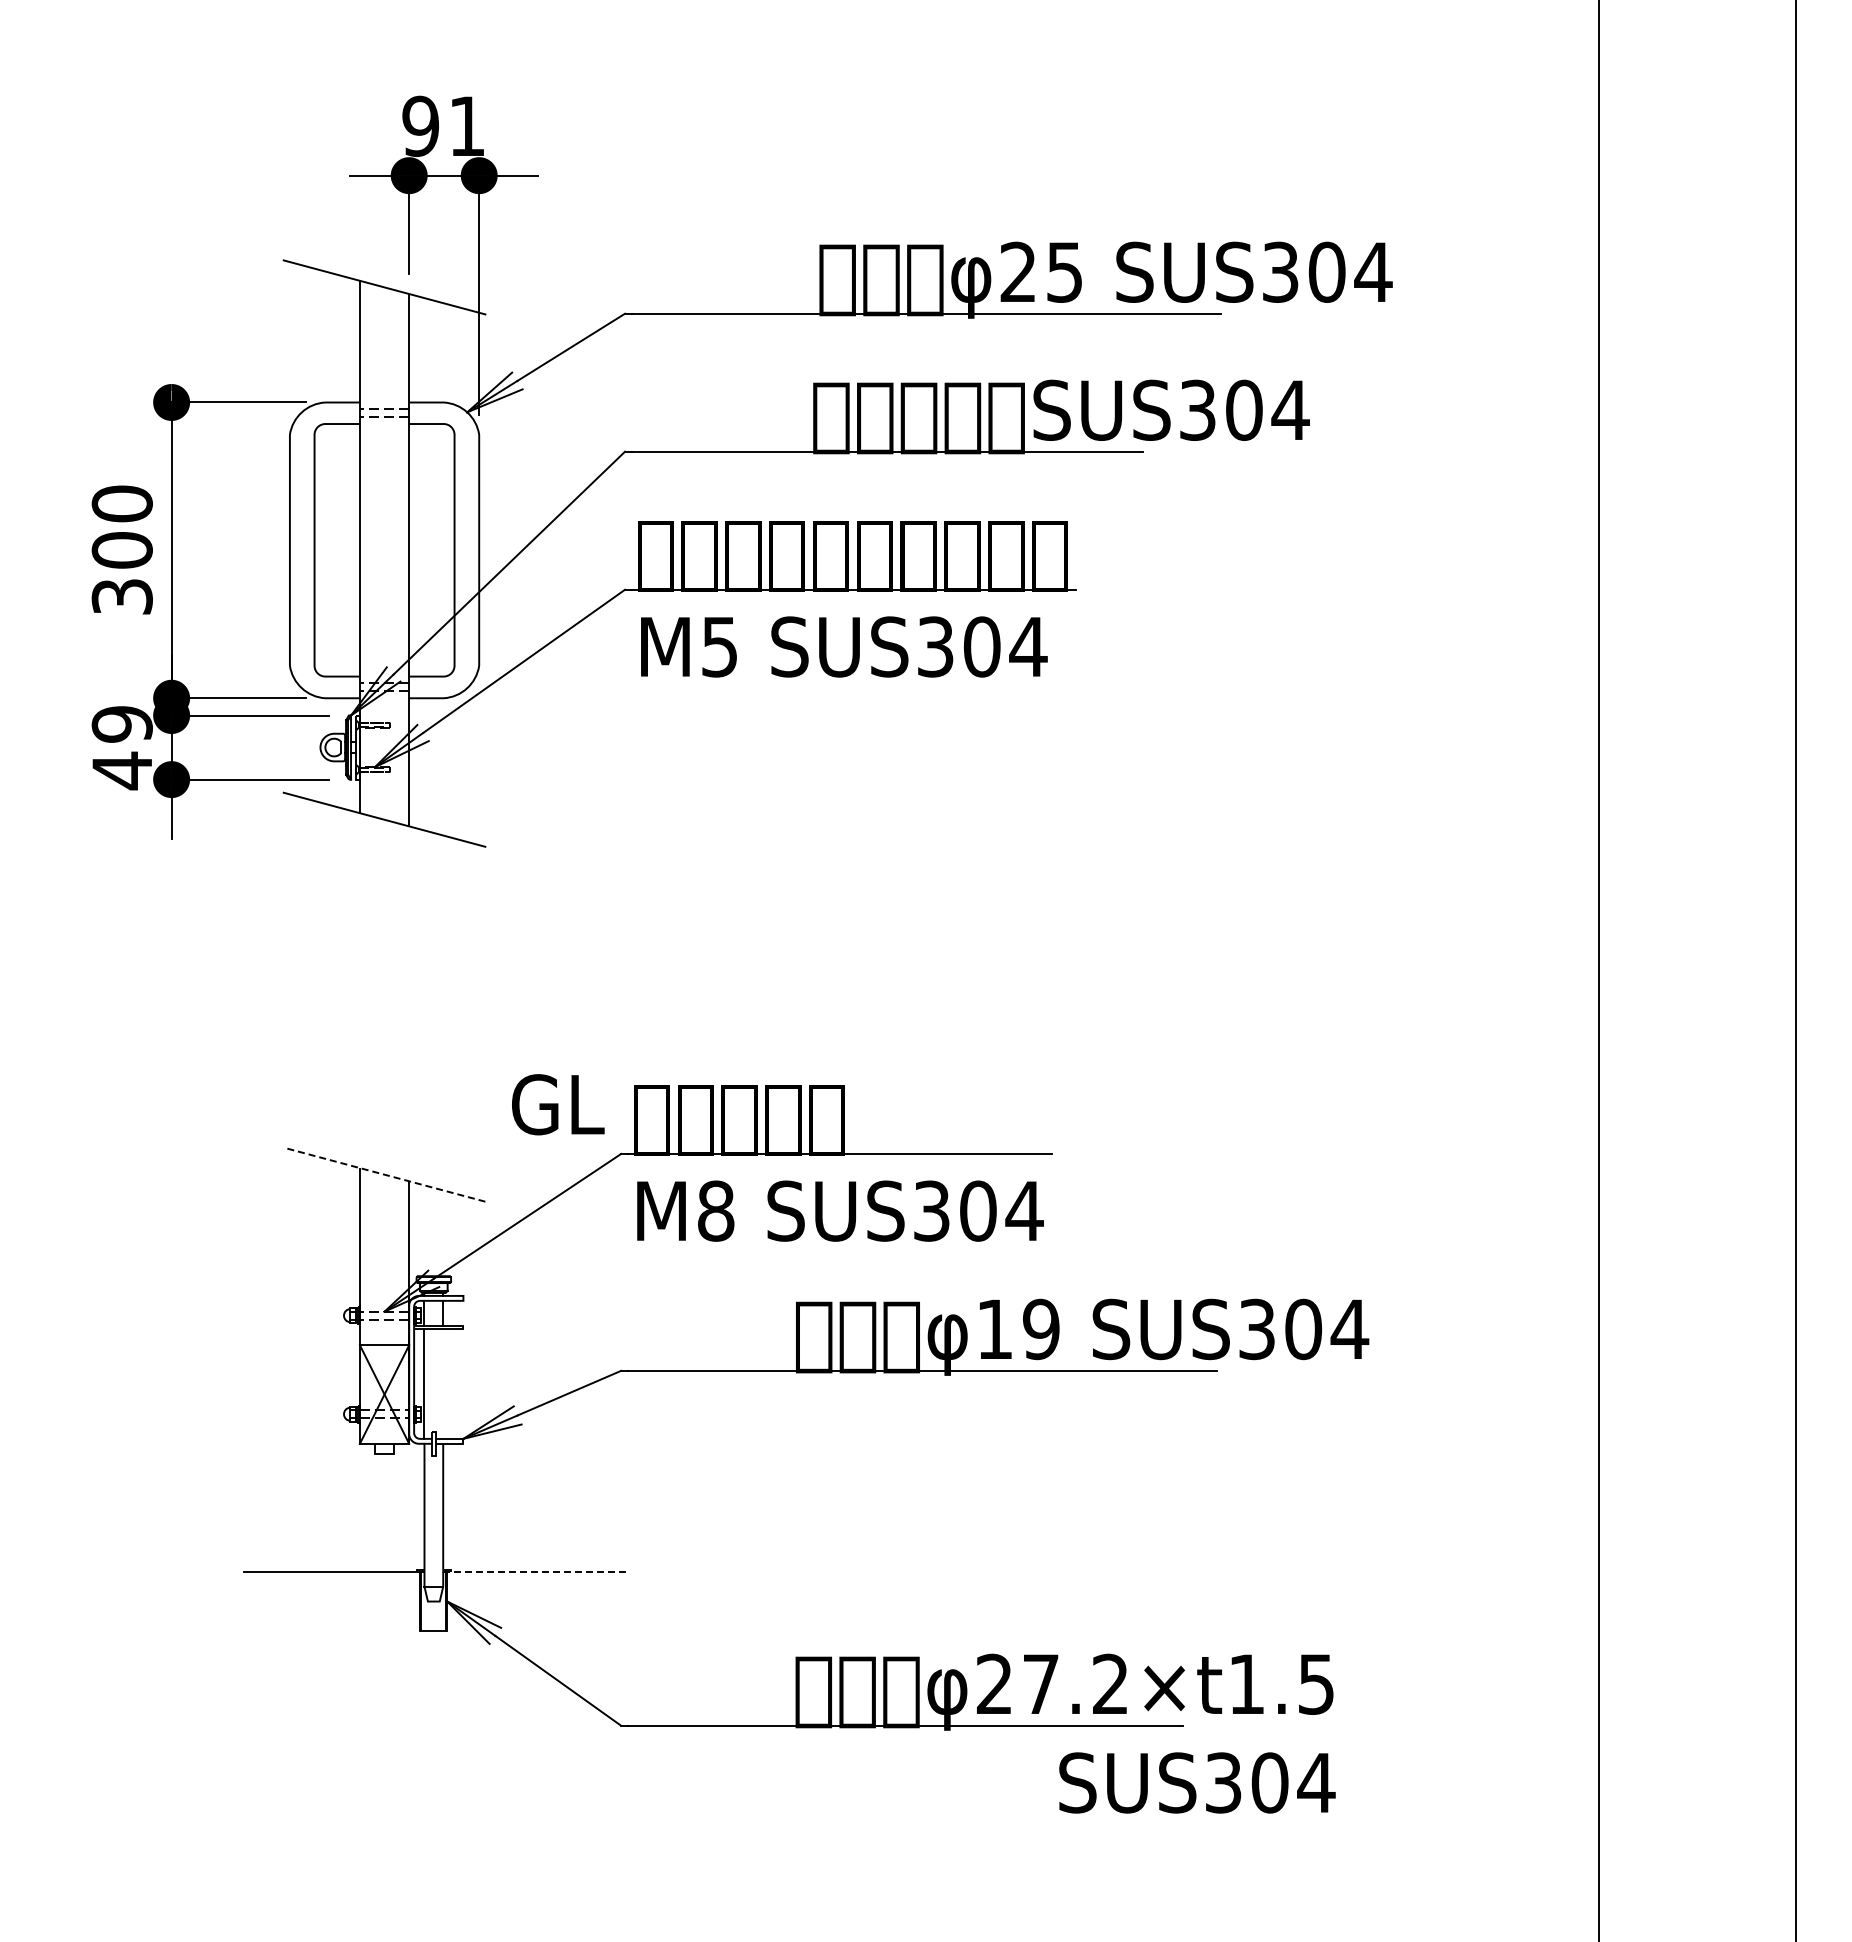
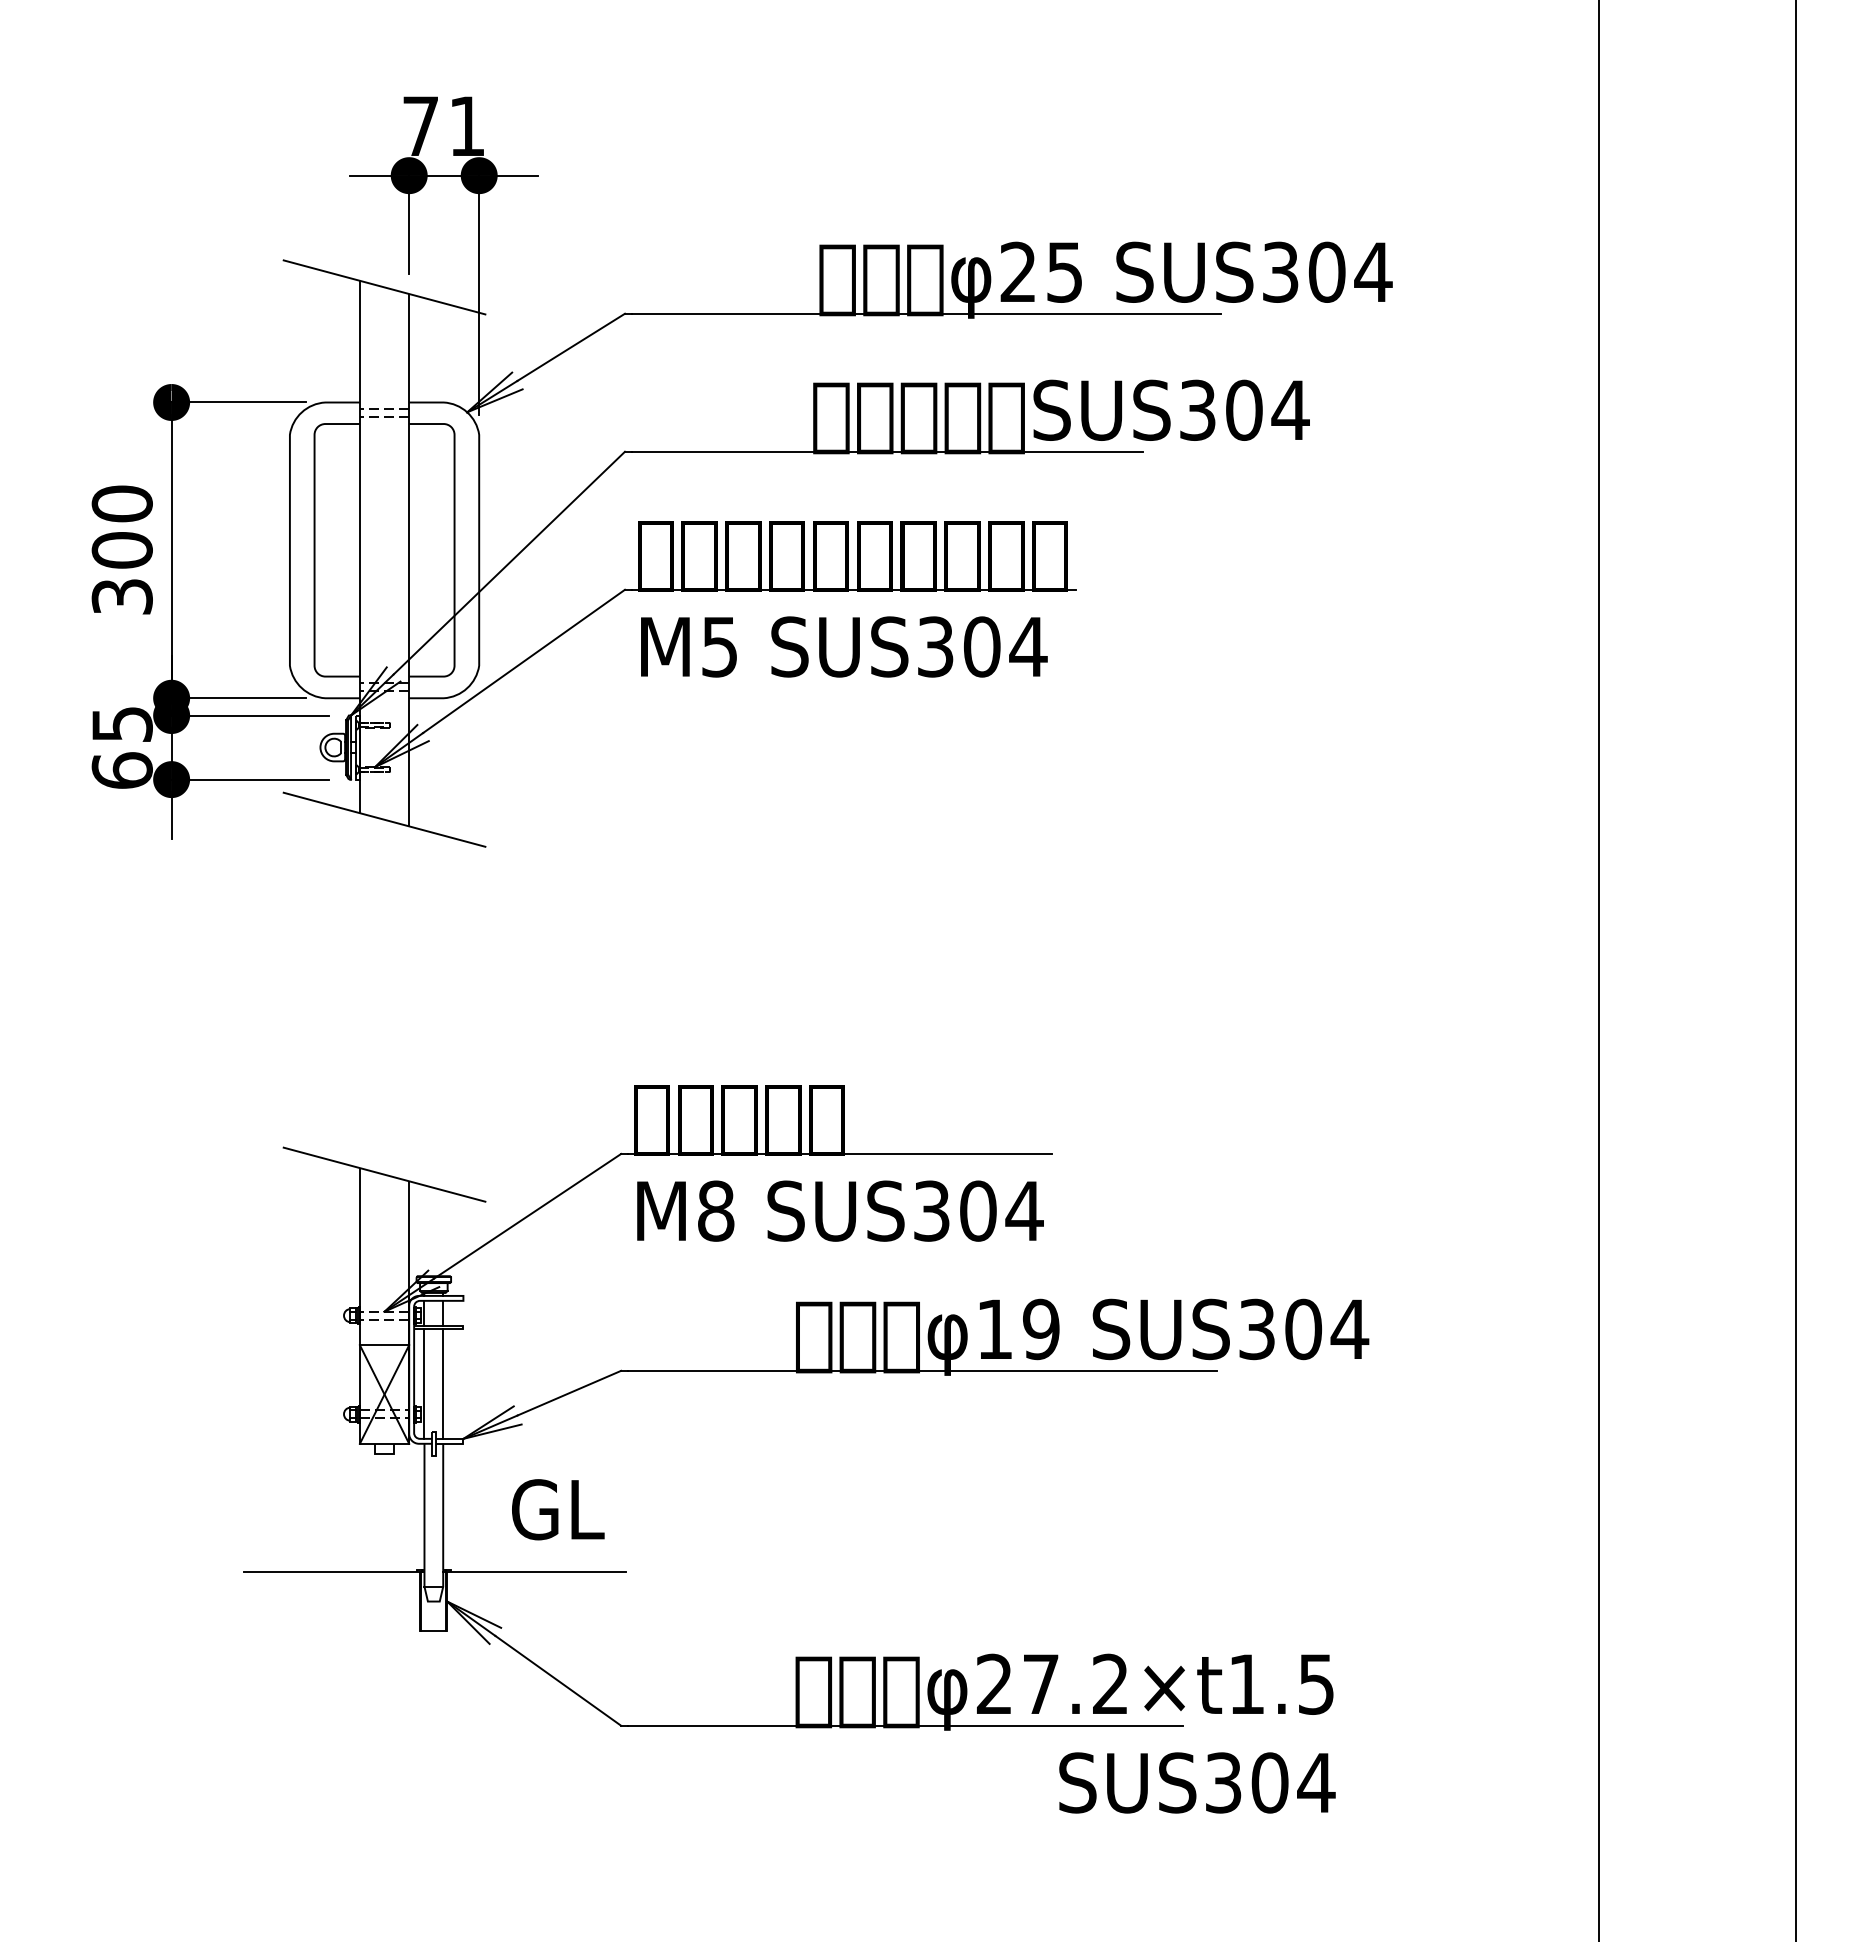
text at (420, 125): 91 -> 71
text at (121, 748): 49 -> 65
text at (558, 1104) position: (558, 1104) -> (558, 1509)
line at (384, 1174): dashed -> solid
line at (443, 1383): none -> present
line at (535, 1571): dashed -> solid
